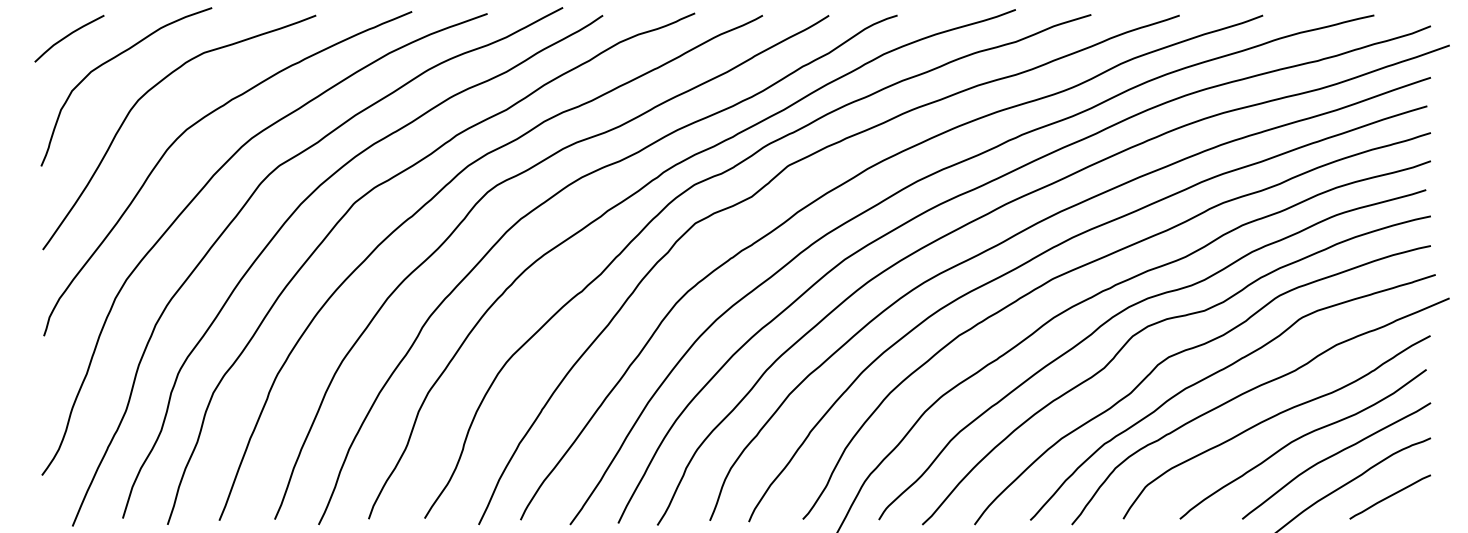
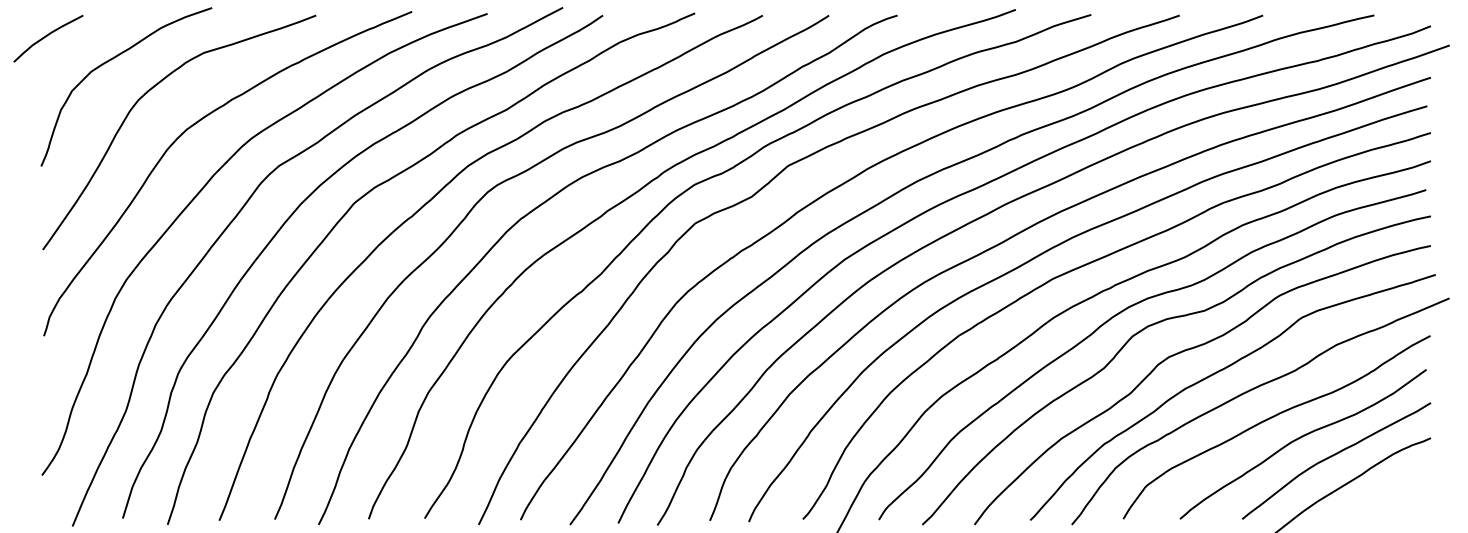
curve at (68, 36) position: (68, 36) -> (47, 36)
curve at (1389, 496): present -> none
